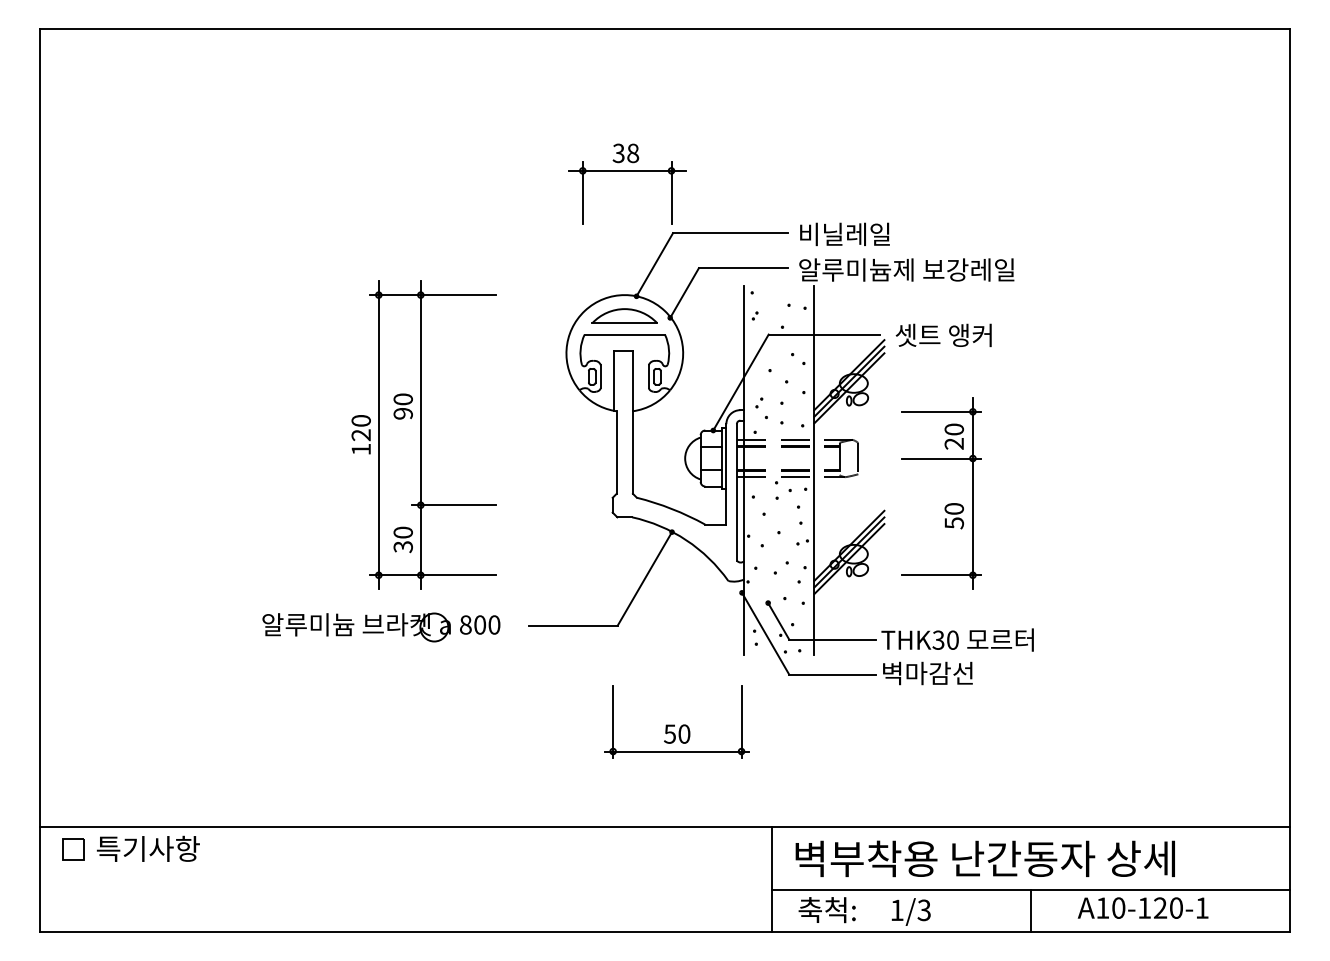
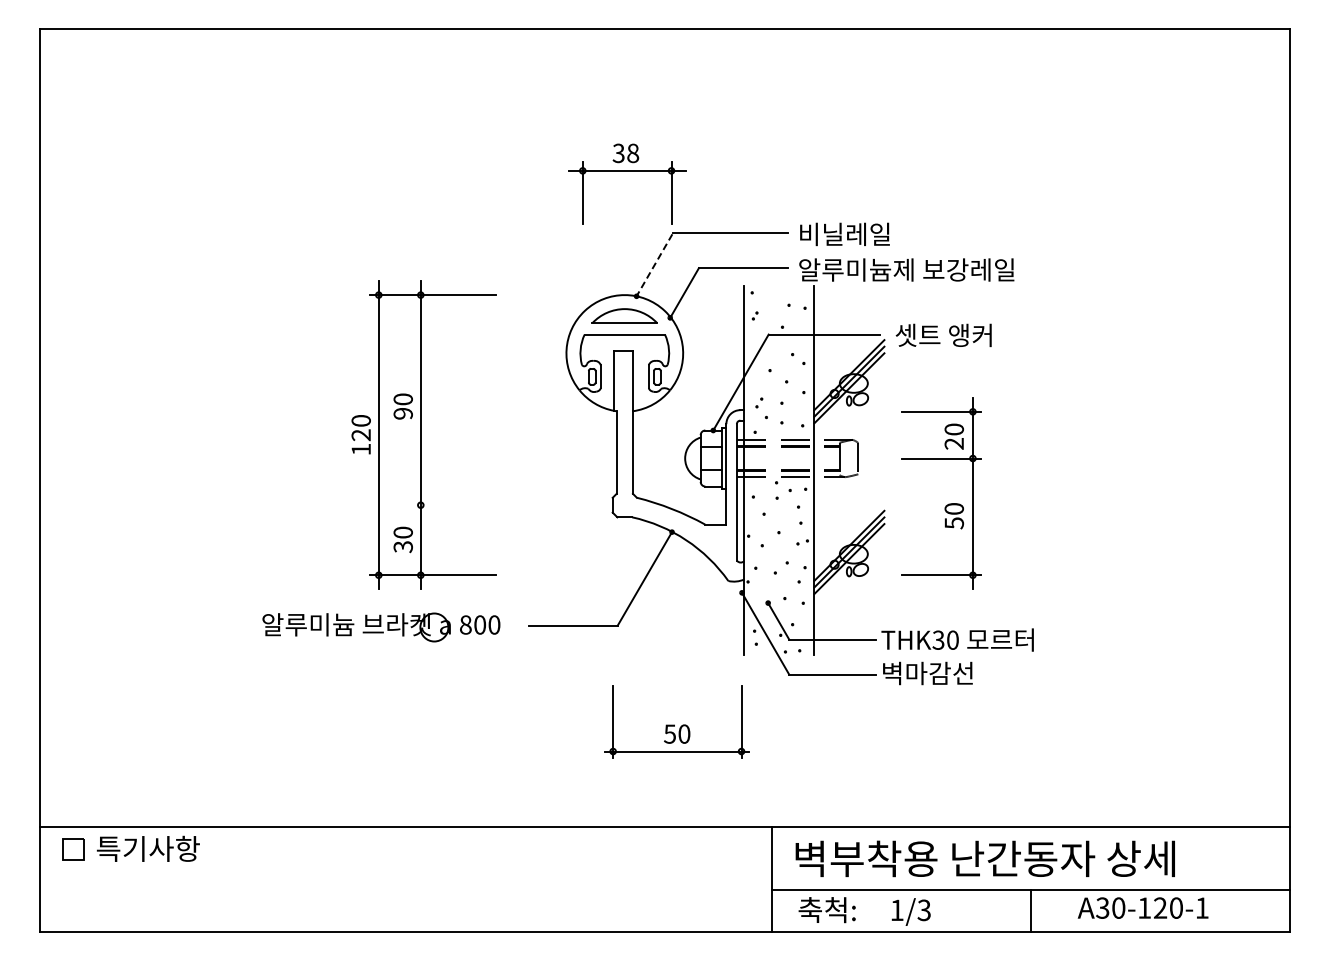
line at (654, 264): solid -> dashed
line at (453, 505): present -> none
text at (1102, 907): A10-120-1 -> A30-120-1
